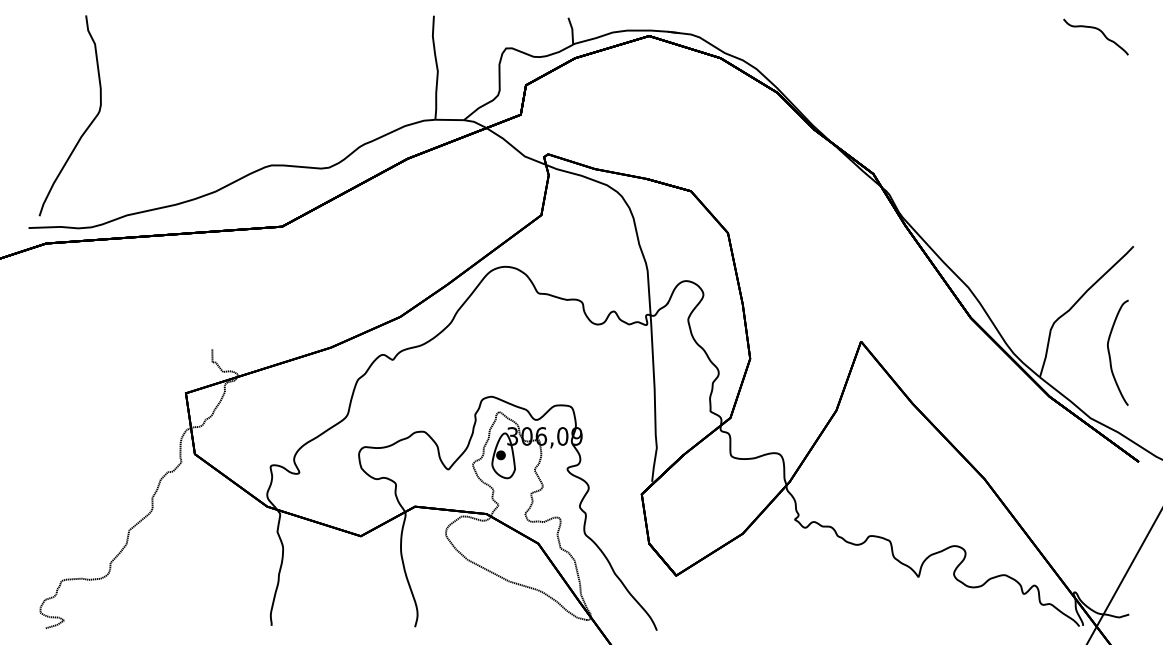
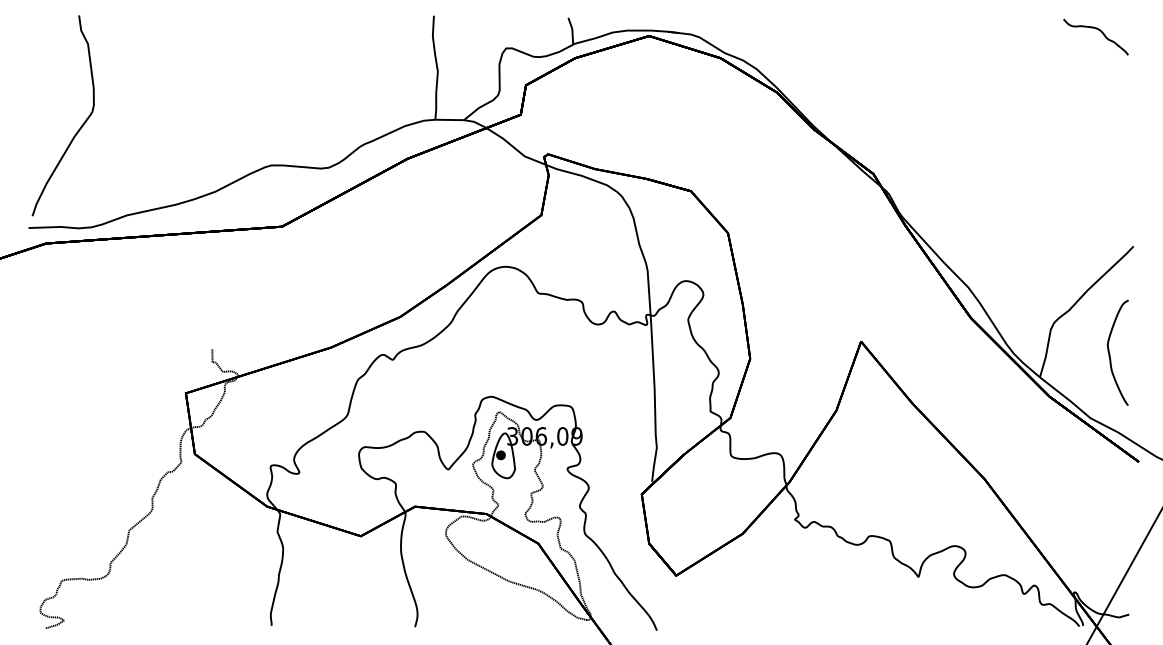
curve at (87, 126) position: (87, 126) -> (80, 126)
